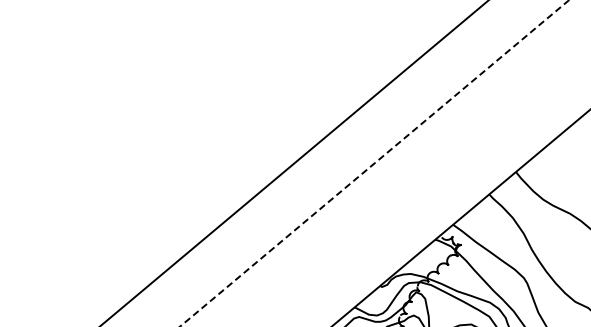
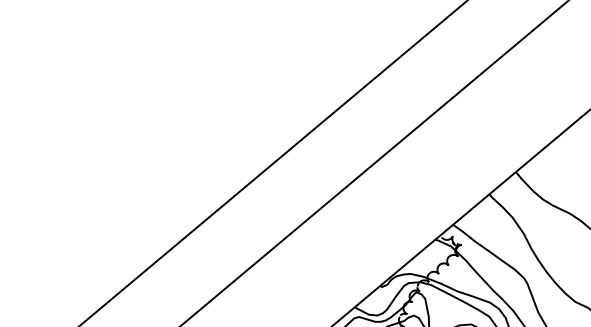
line at (294, 162) position: (294, 162) -> (273, 162)
line at (374, 163): dashed -> solid
